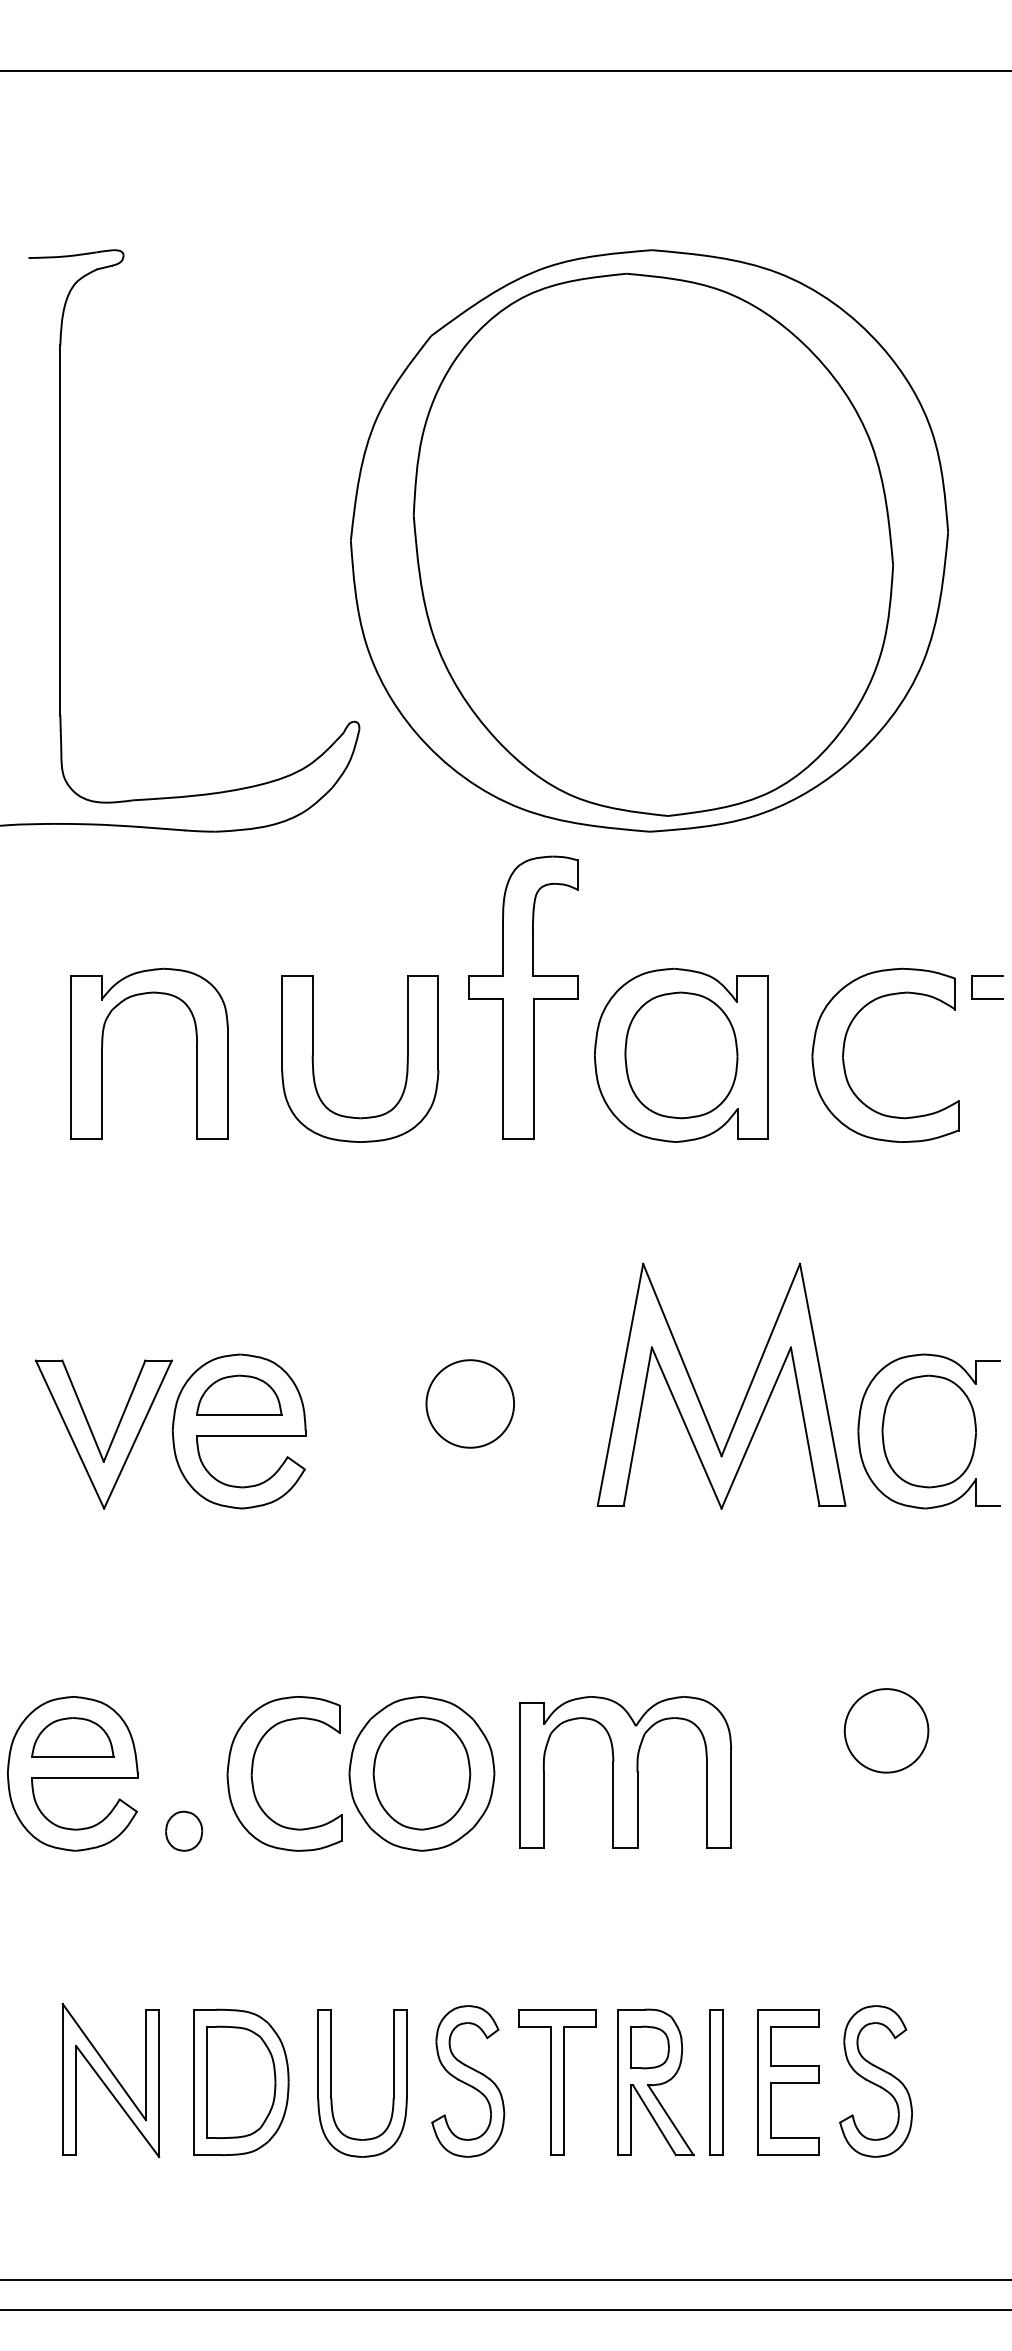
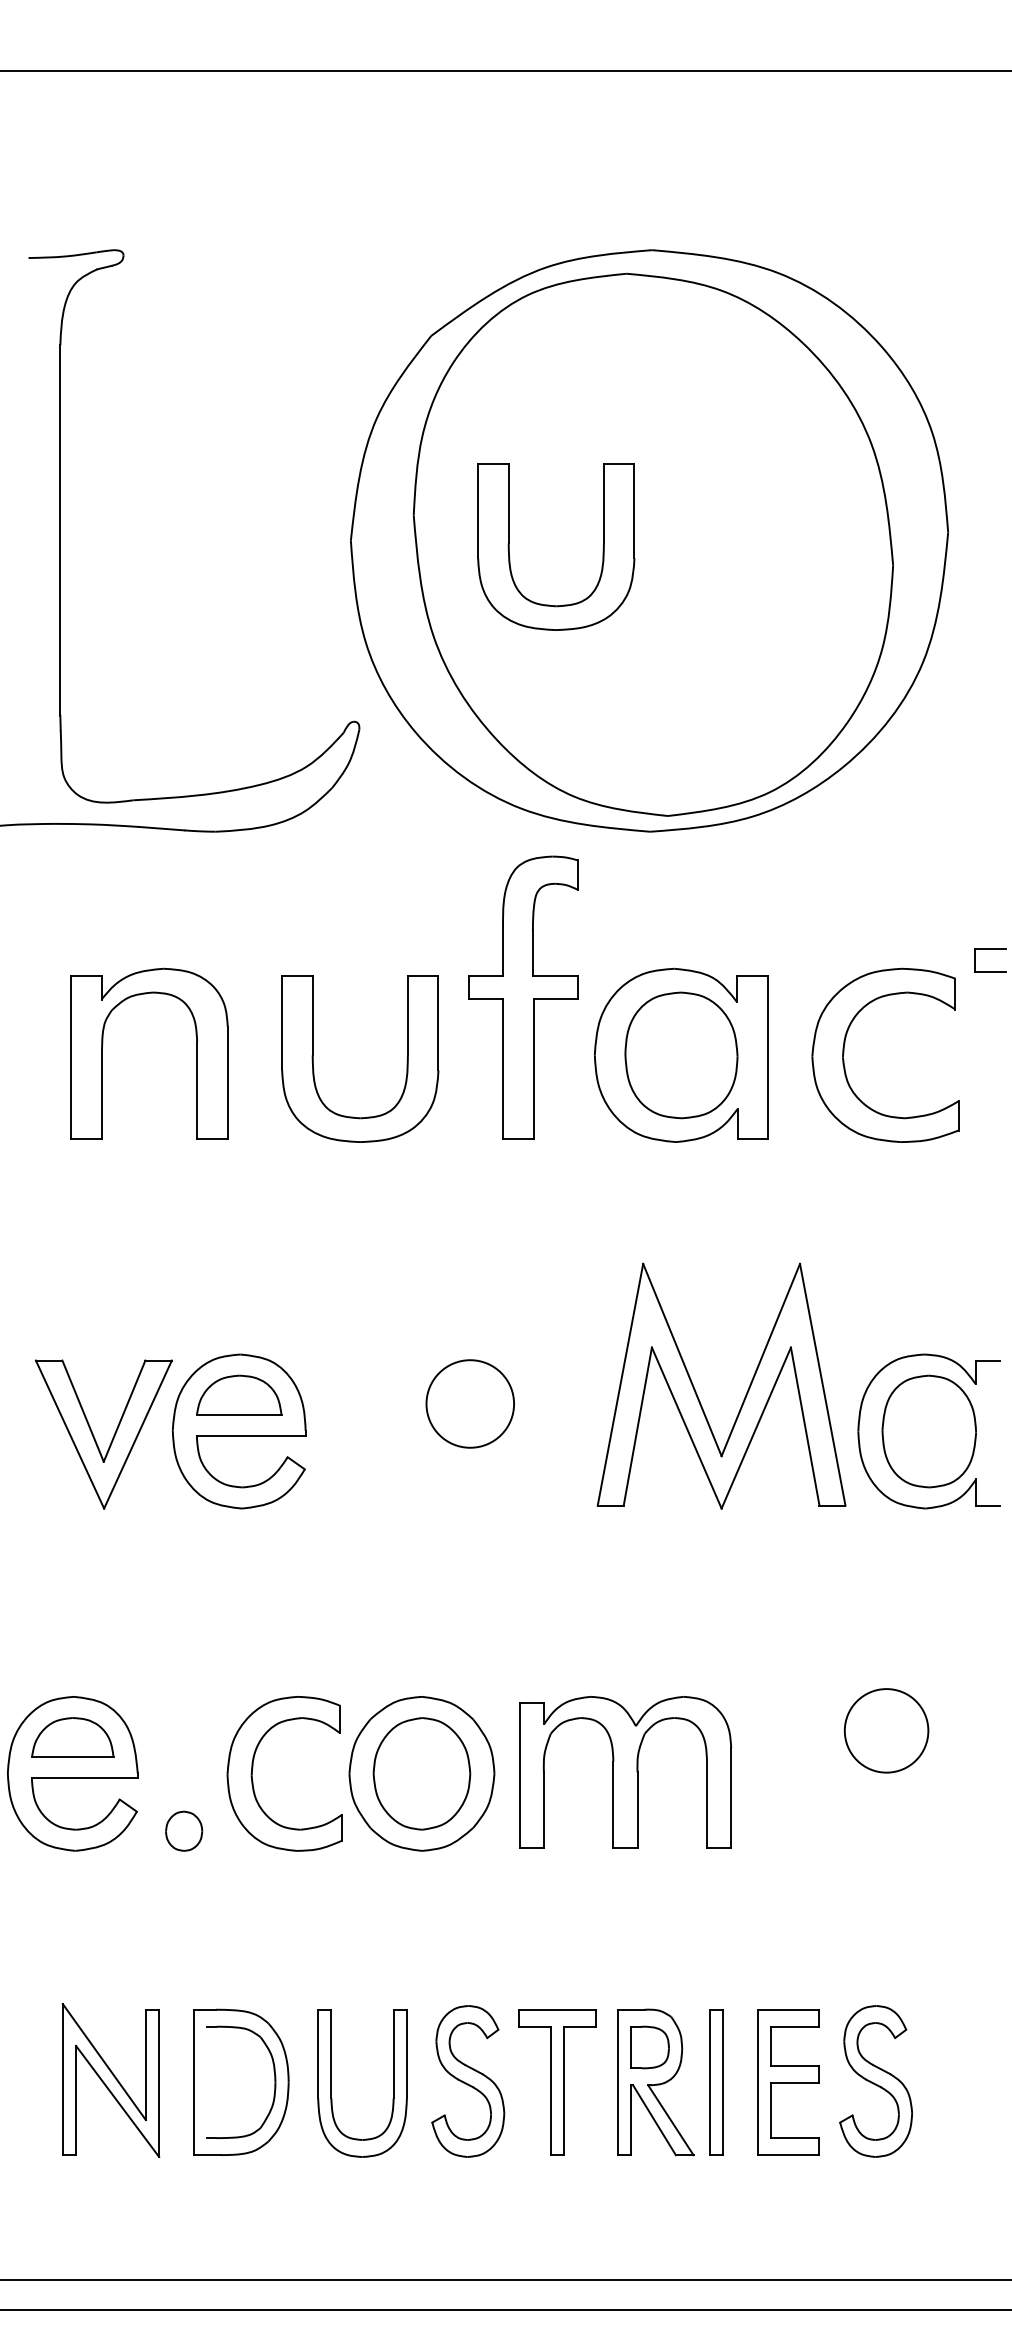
part at (602, 549): none -> present
part at (987, 976) position: (987, 976) -> (990, 949)
line at (207, 2082): present -> none
